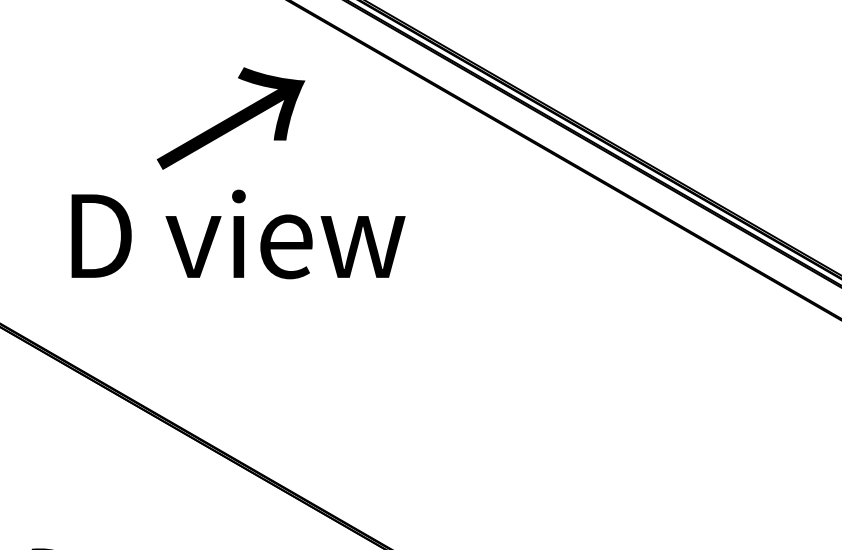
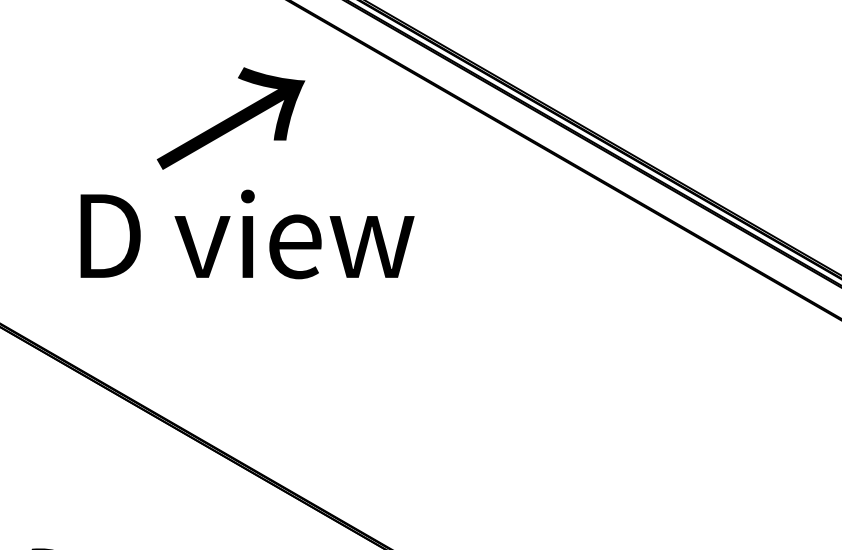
text at (238, 234) position: (238, 234) -> (247, 234)
